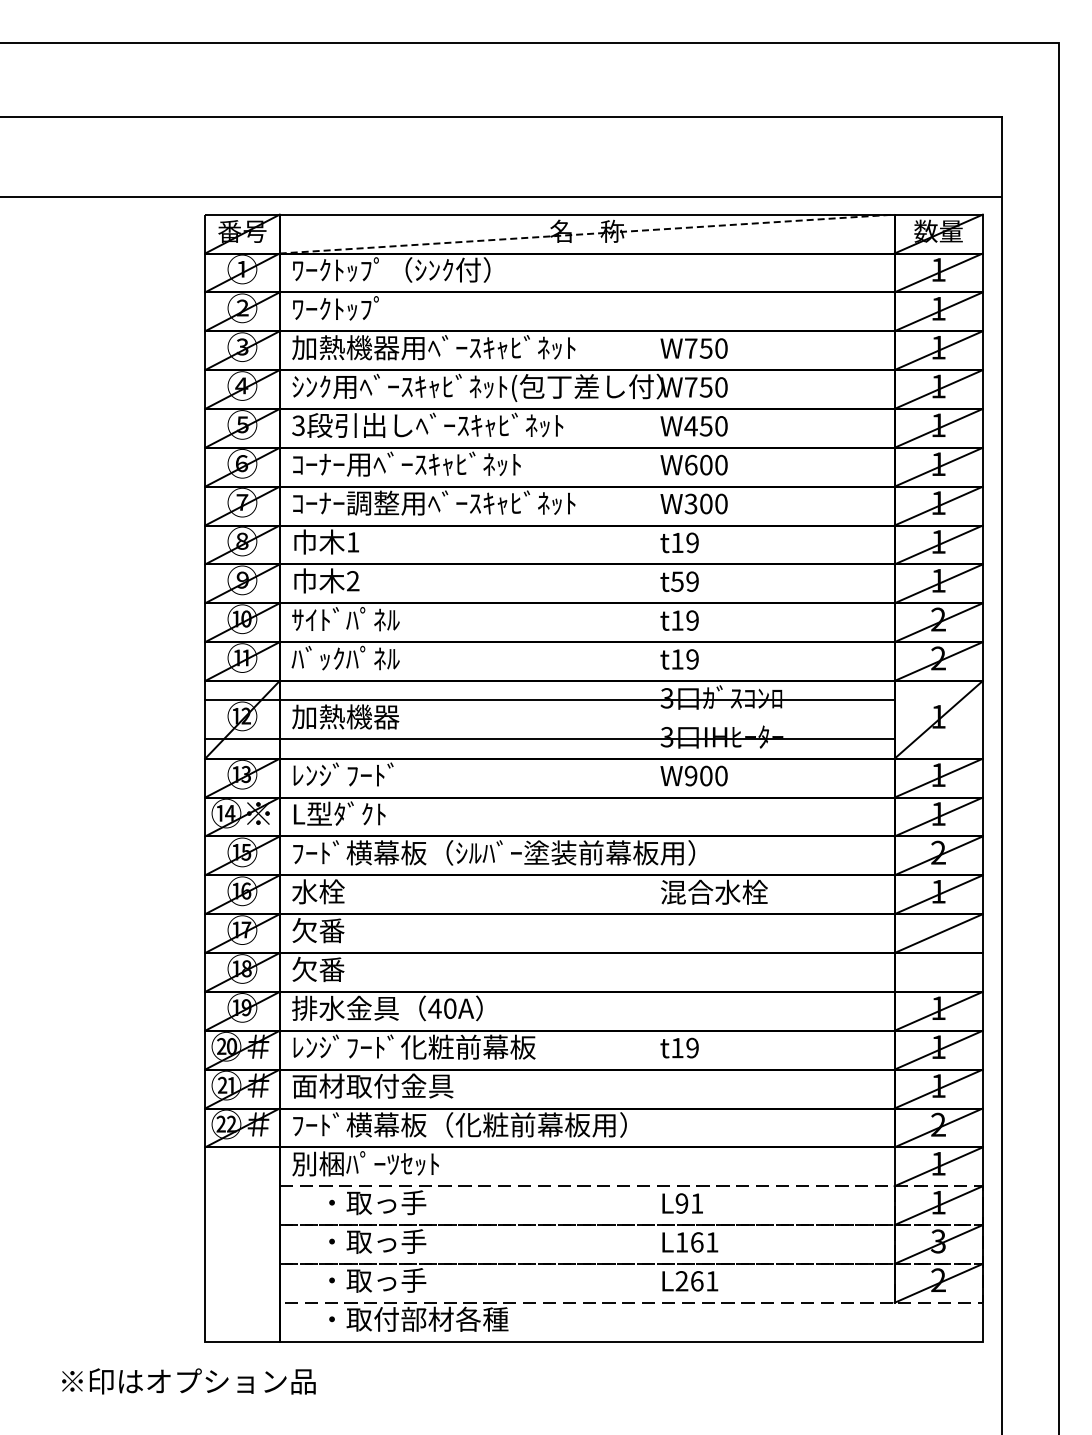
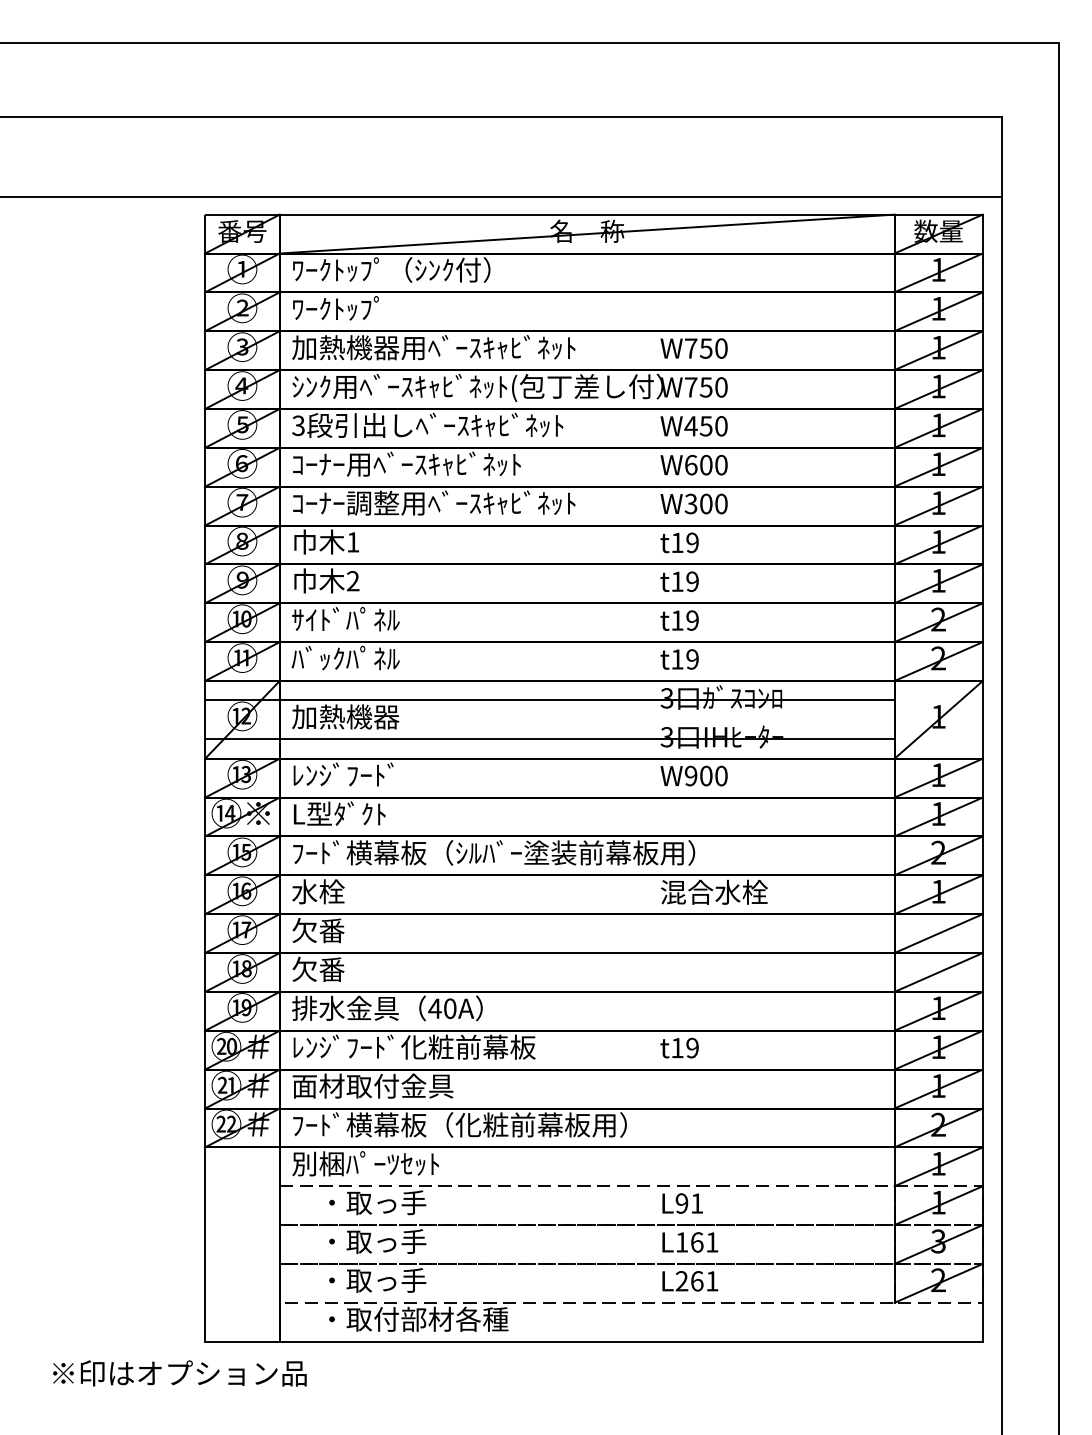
line at (587, 234): dashed -> solid
text at (677, 581): t59 -> t19
line at (938, 972): none -> present
text at (188, 1381) position: (188, 1381) -> (179, 1373)
